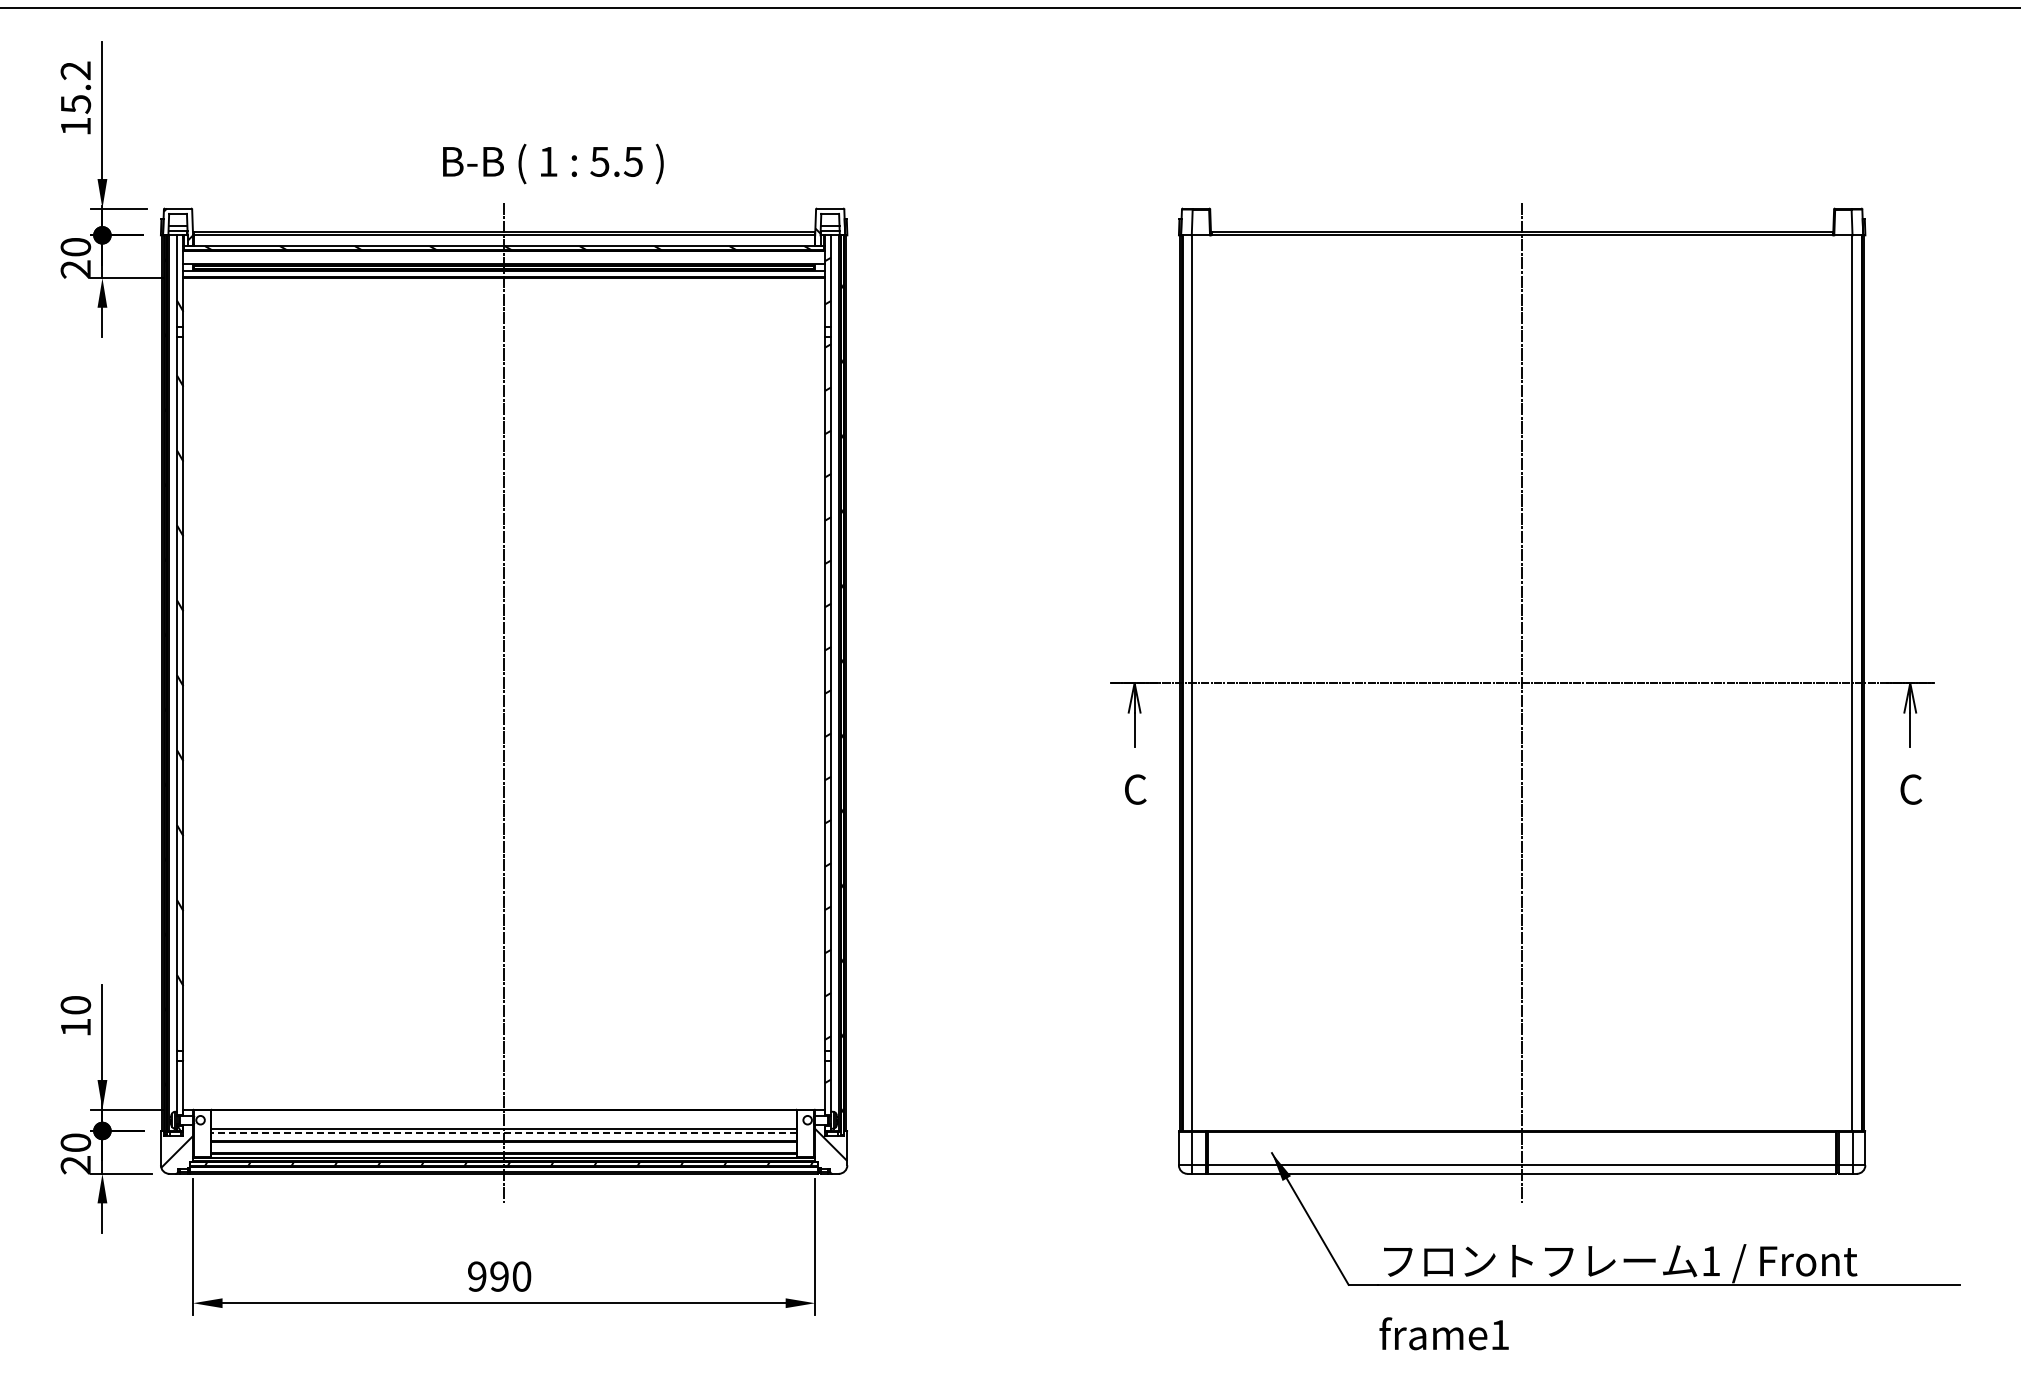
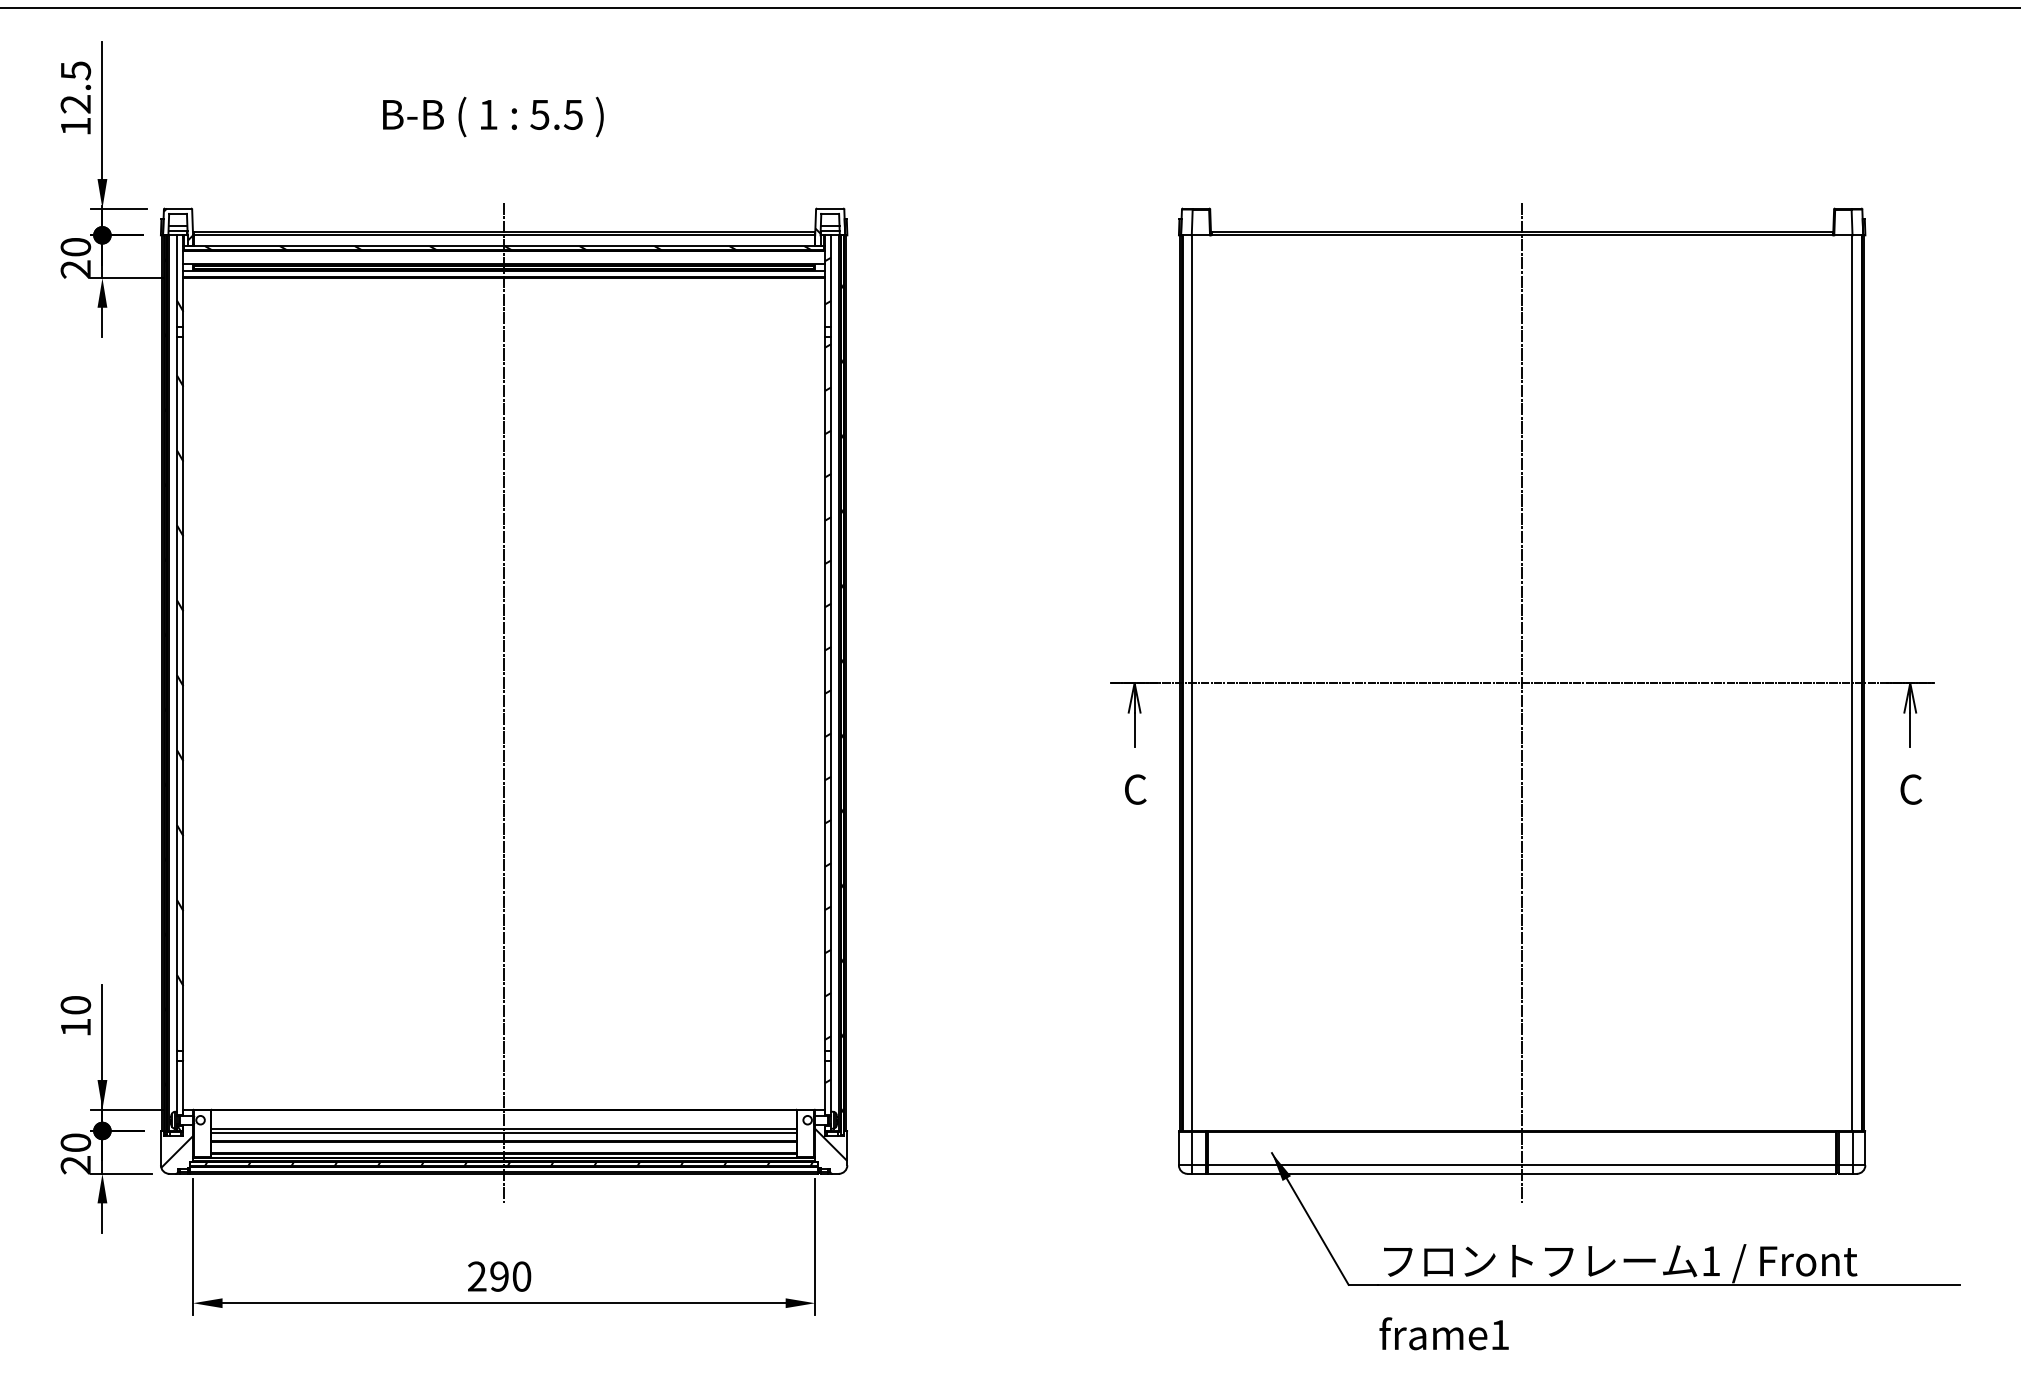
text at (75, 87): 15.2 -> 12.5
text at (553, 163) position: (553, 163) -> (493, 116)
line at (504, 1133): dashed -> solid
text at (477, 1276): 990 -> 290
